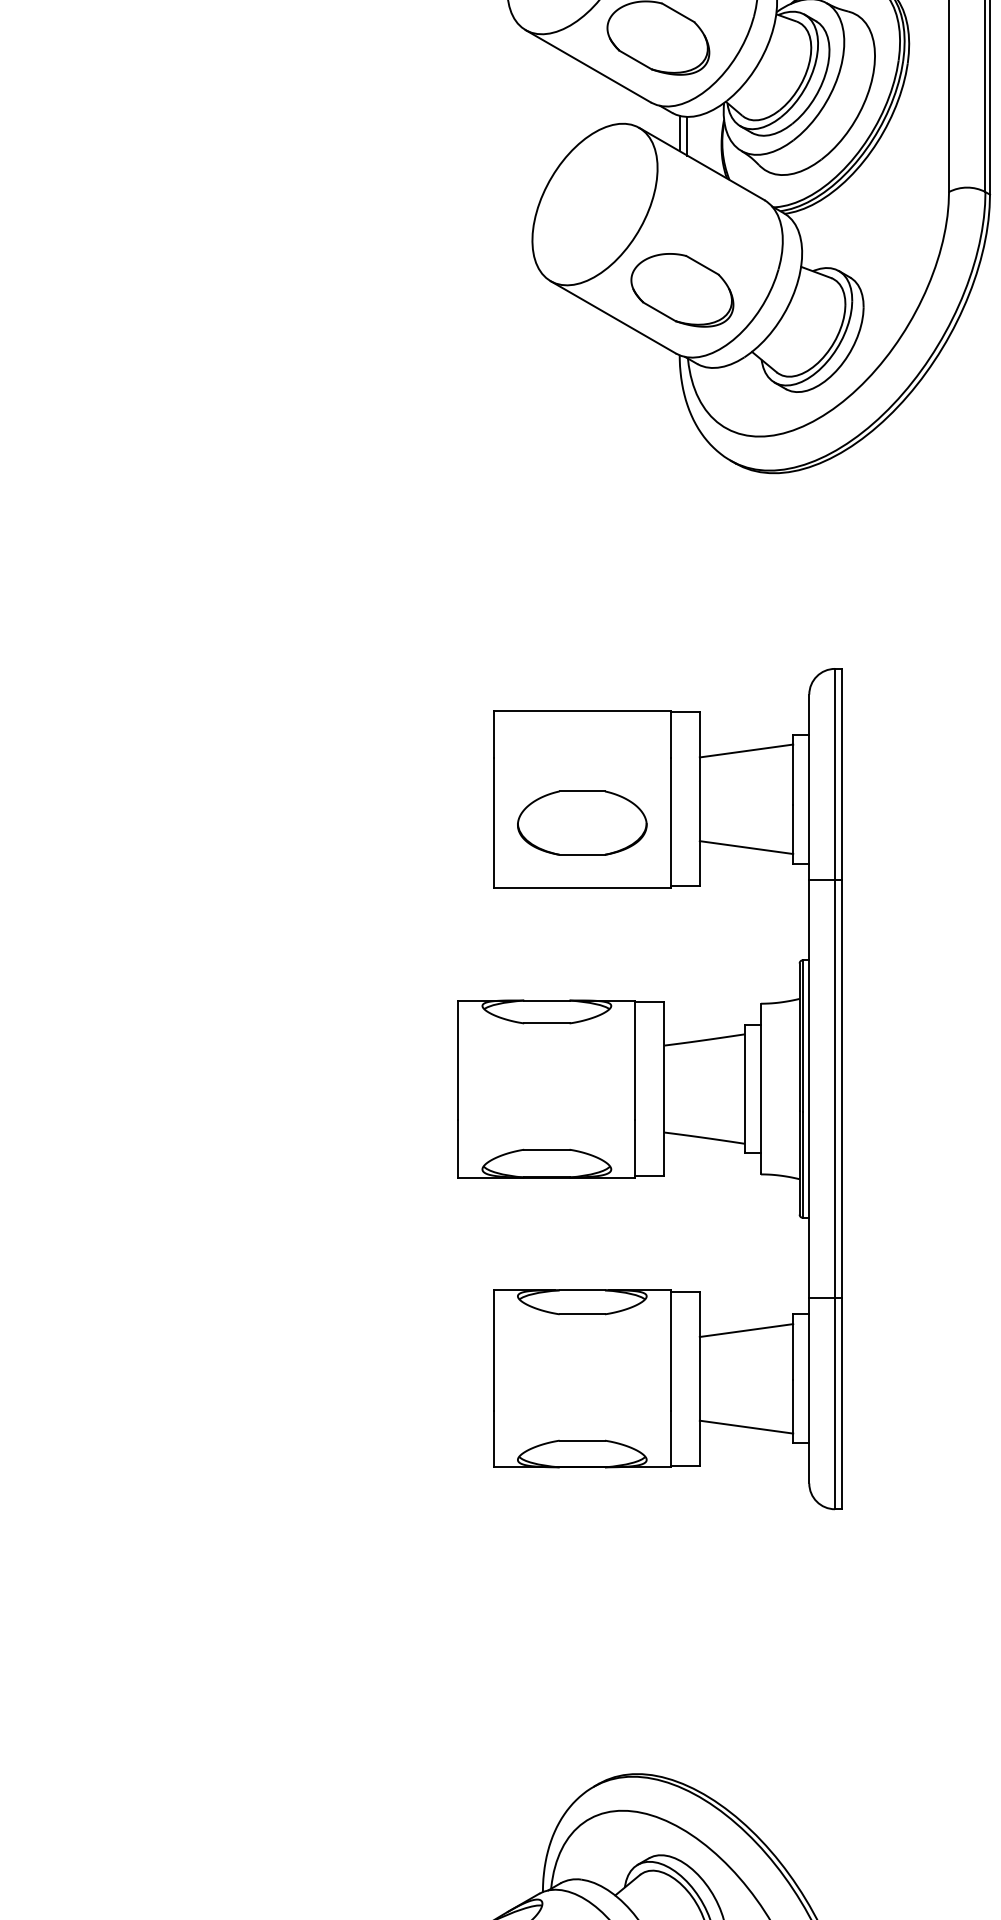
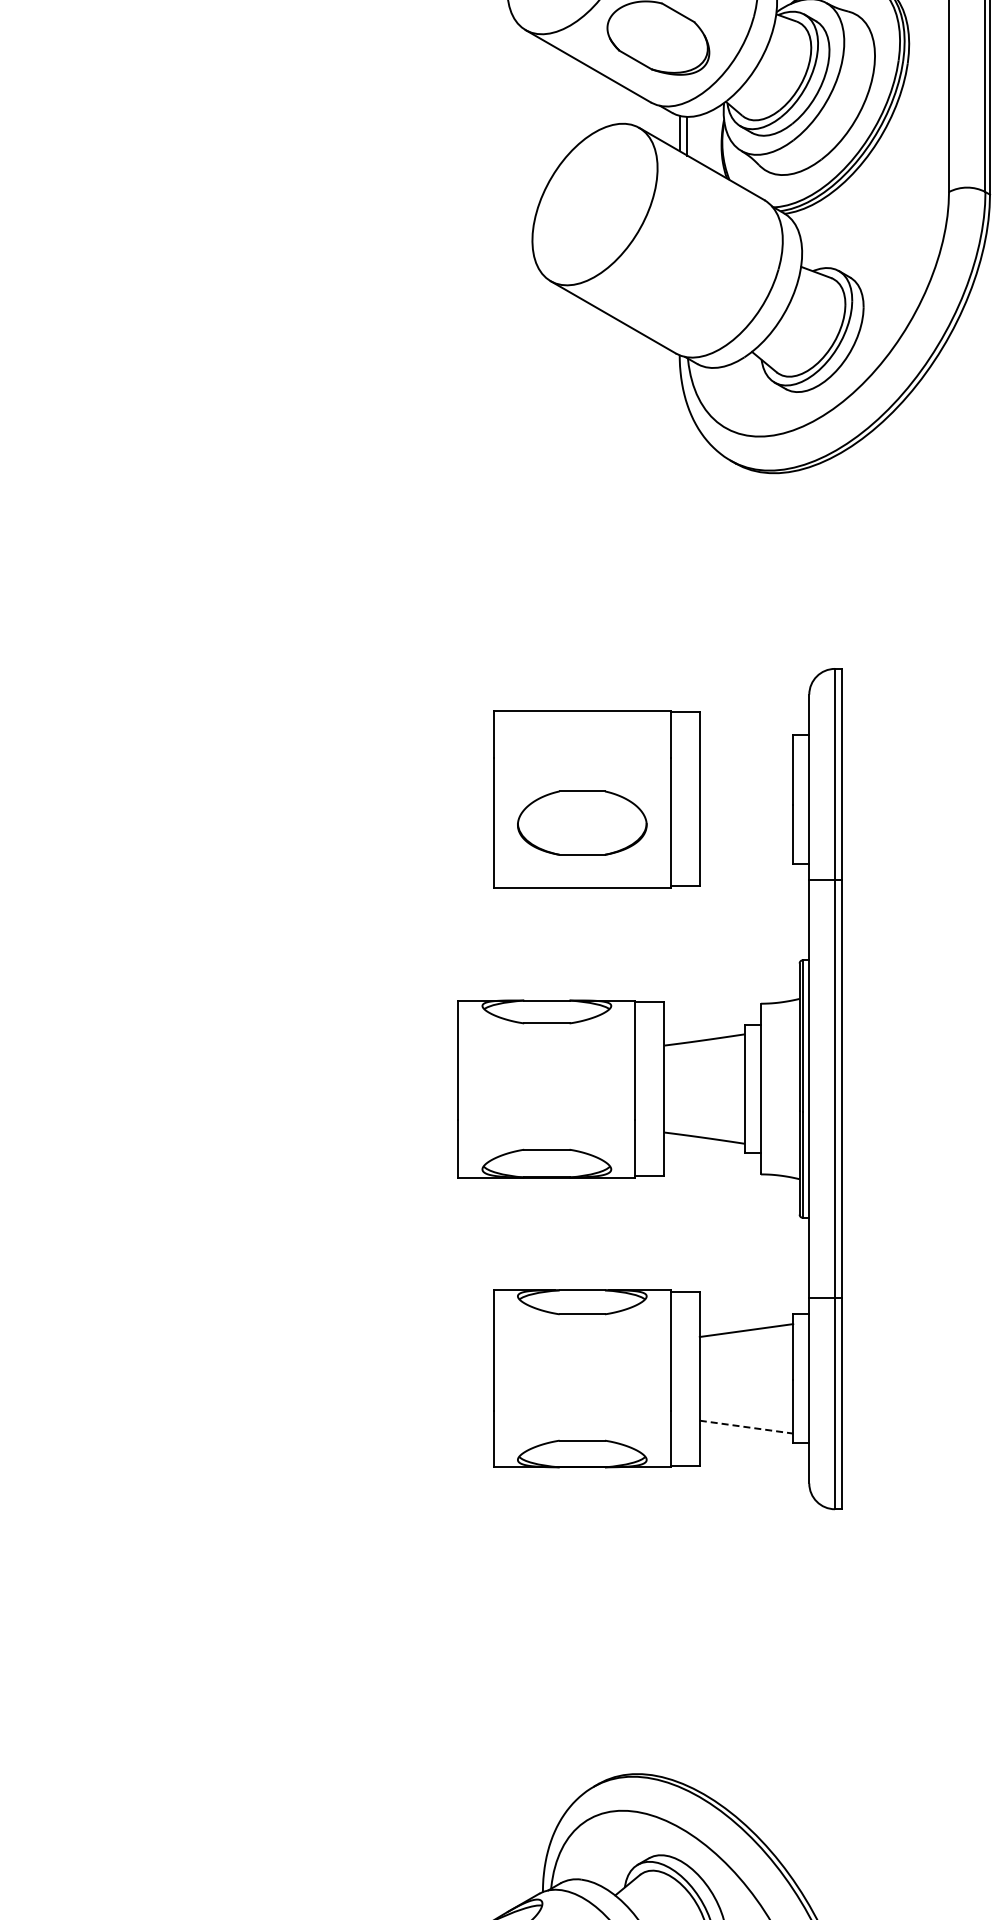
part at (682, 290): present -> none
line at (746, 750): present -> none
line at (746, 847): present -> none
line at (747, 1427): solid -> dashed
